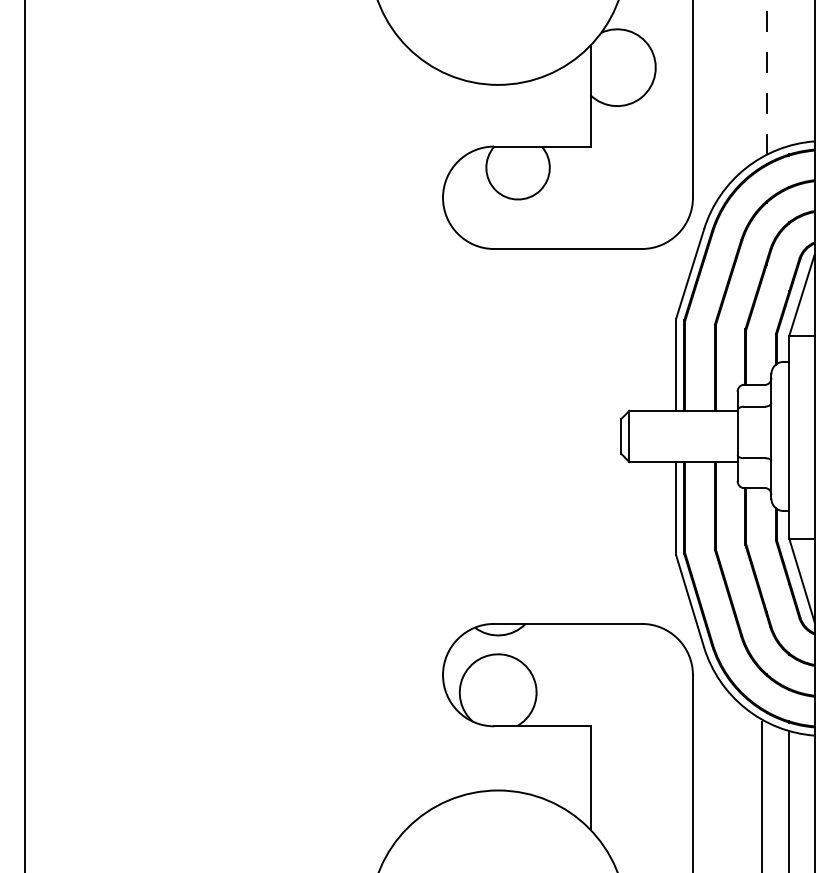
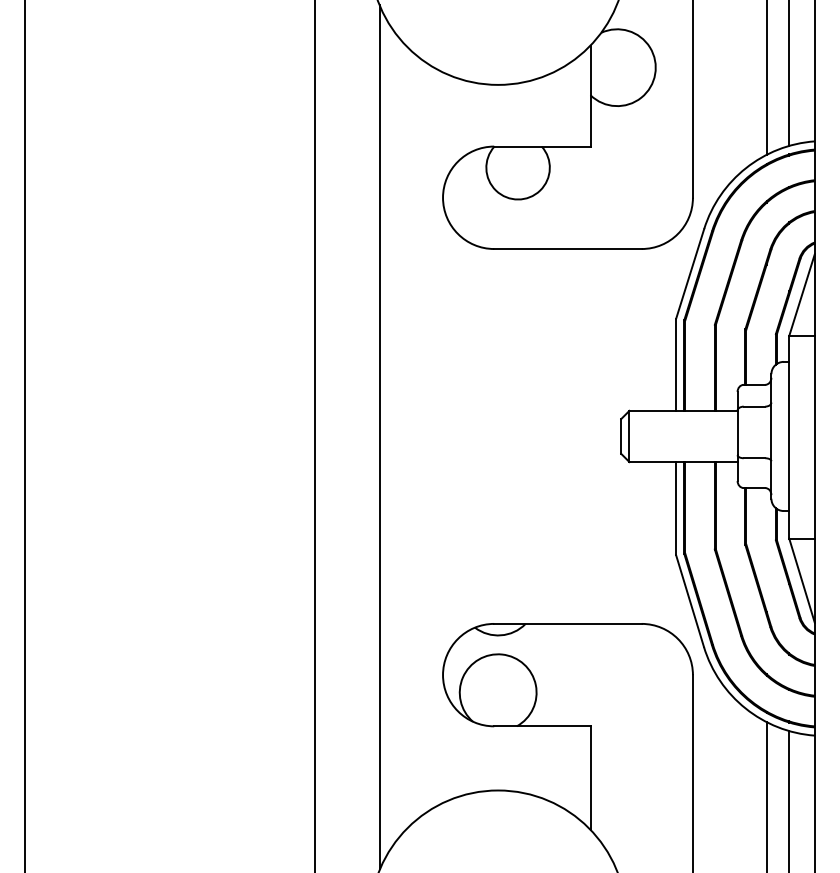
line at (789, 73): none -> present
line at (766, 77): dashed -> solid
line at (315, 435): none -> present
line at (379, 436): none -> present
line at (761, 795) position: (761, 795) -> (766, 795)
